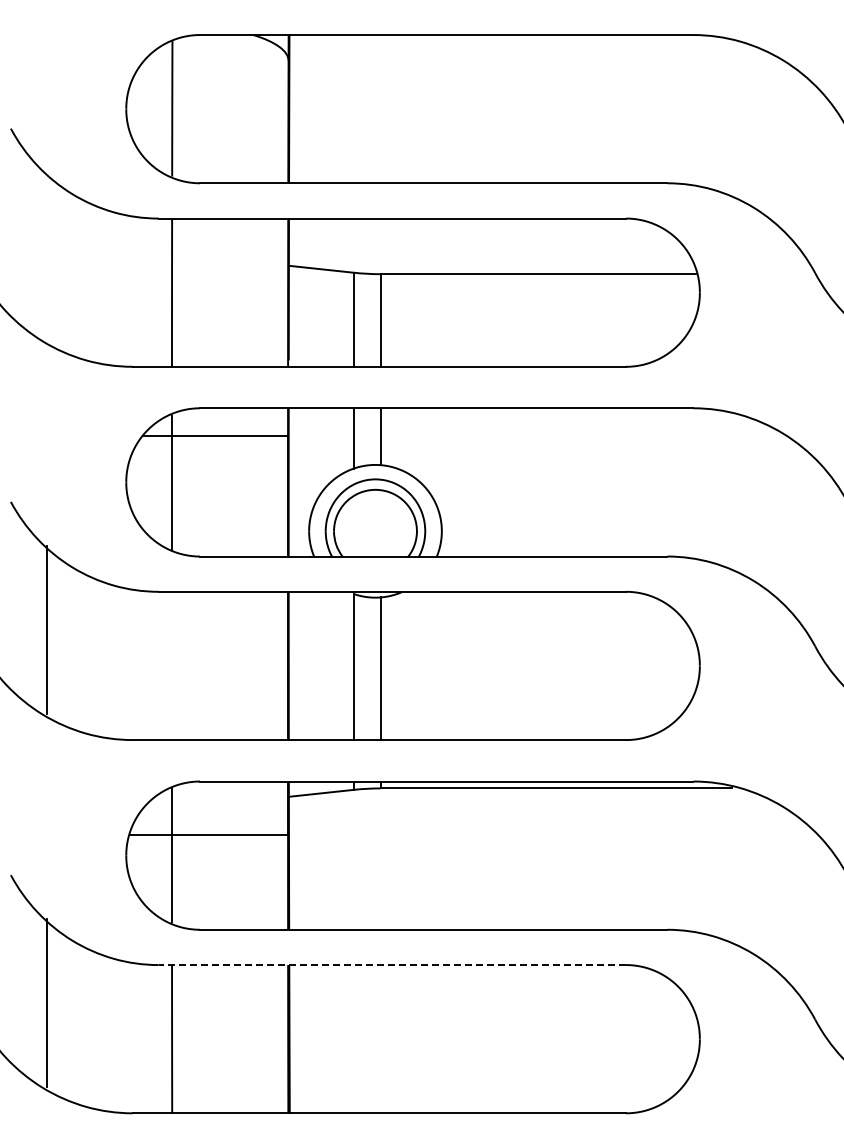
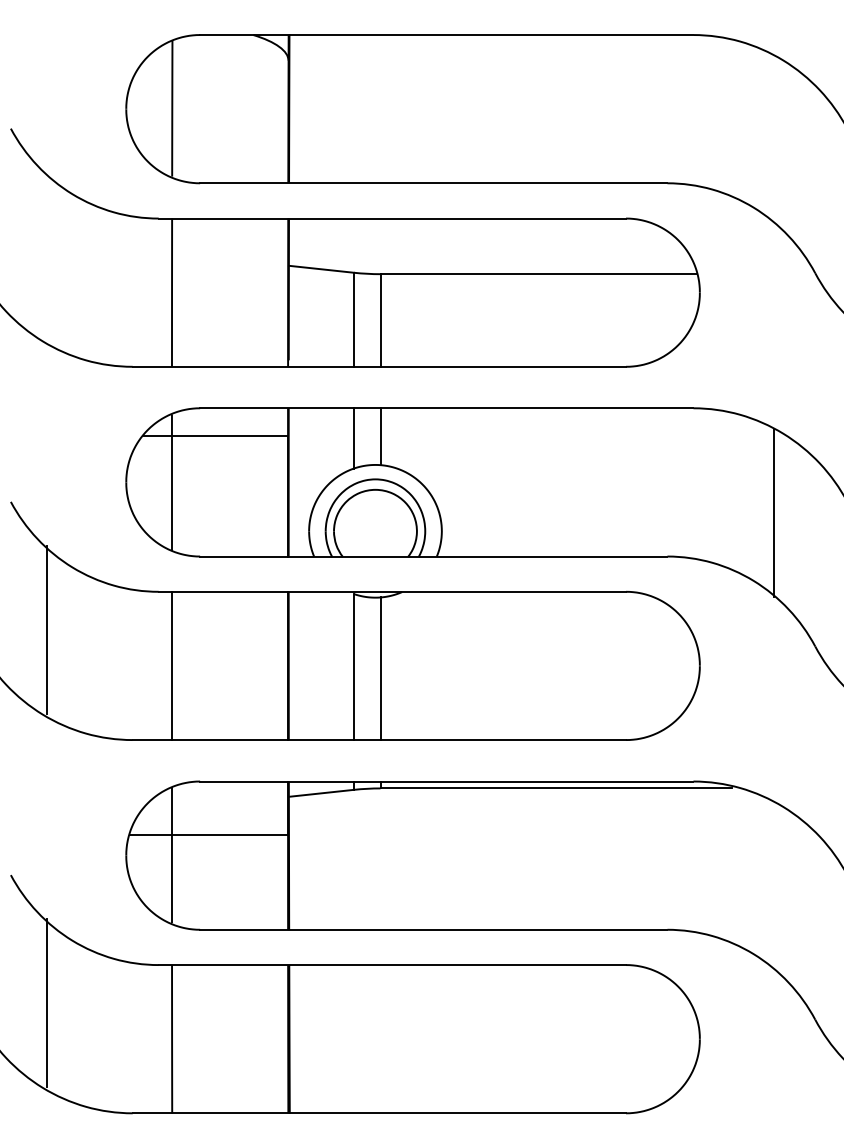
line at (773, 512): none -> present
line at (171, 665): none -> present
line at (392, 965): dashed -> solid
